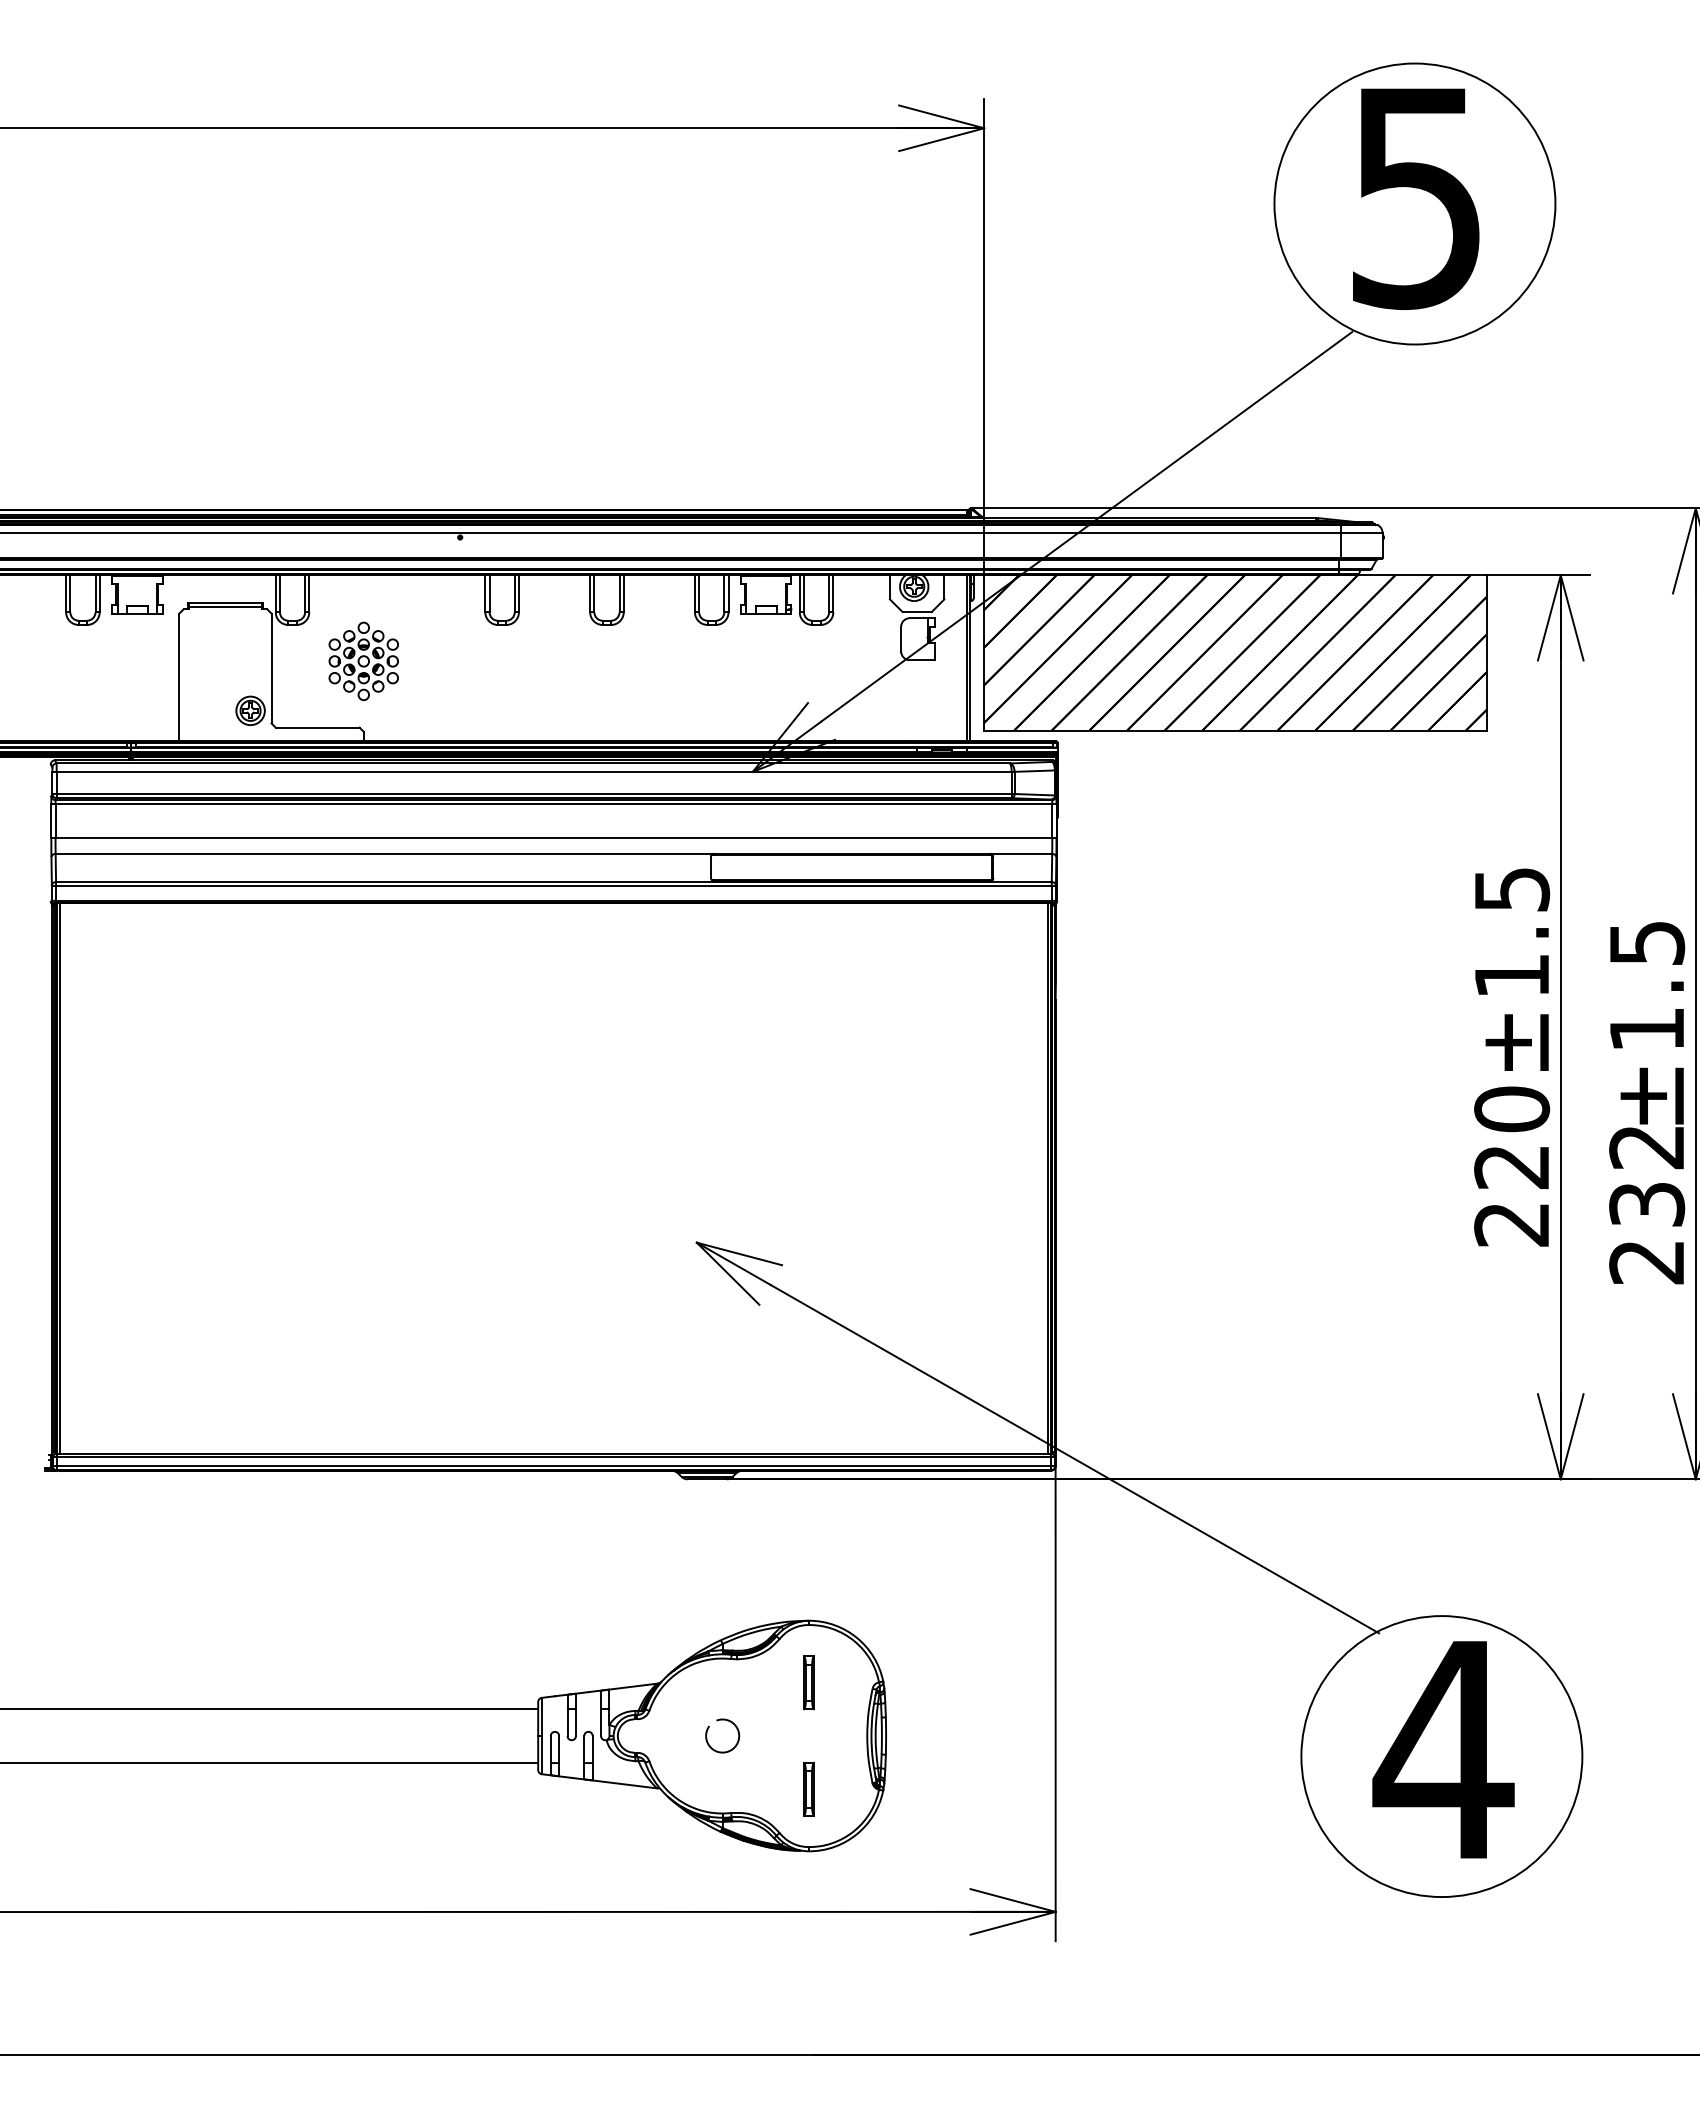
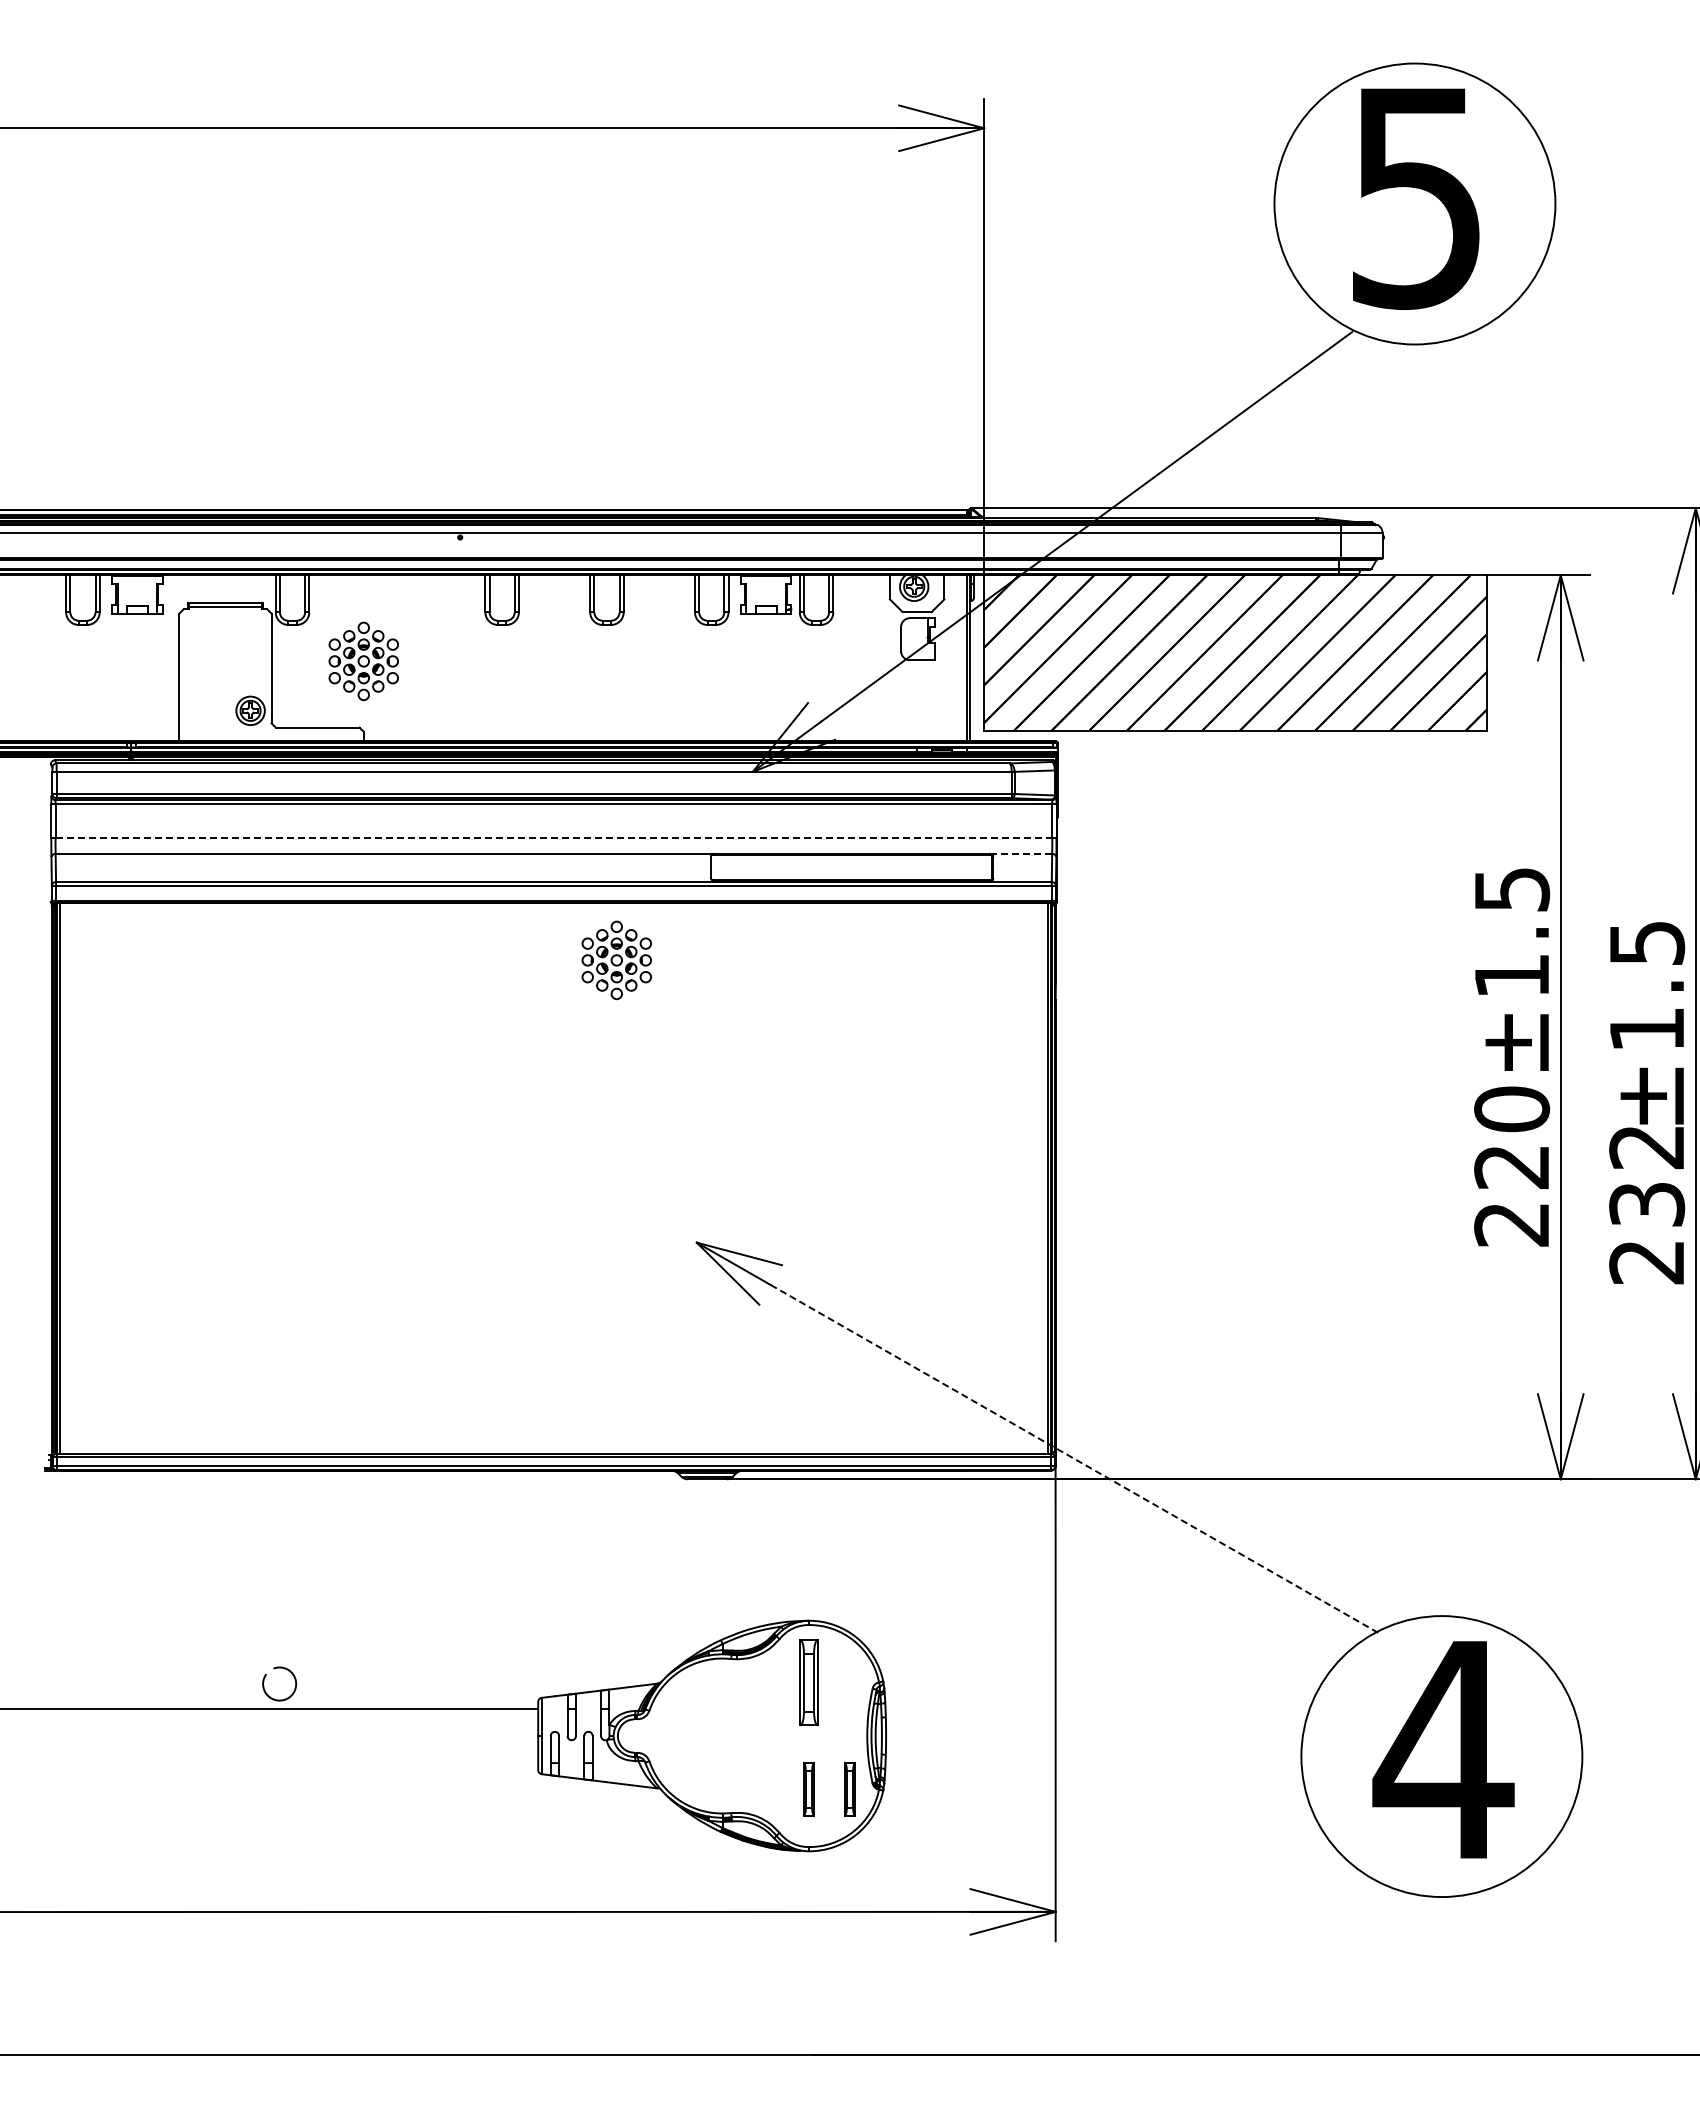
line at (554, 837): solid -> dashed
line at (1021, 854): solid -> dashed
part at (616, 960): none -> present
line at (1074, 1459): solid -> dashed
part at (808, 1682) size: 12x56 px -> 20x88 px
part at (717, 1721) position: (717, 1721) -> (274, 1669)
line at (270, 1763): present -> none
part at (849, 1789): none -> present
